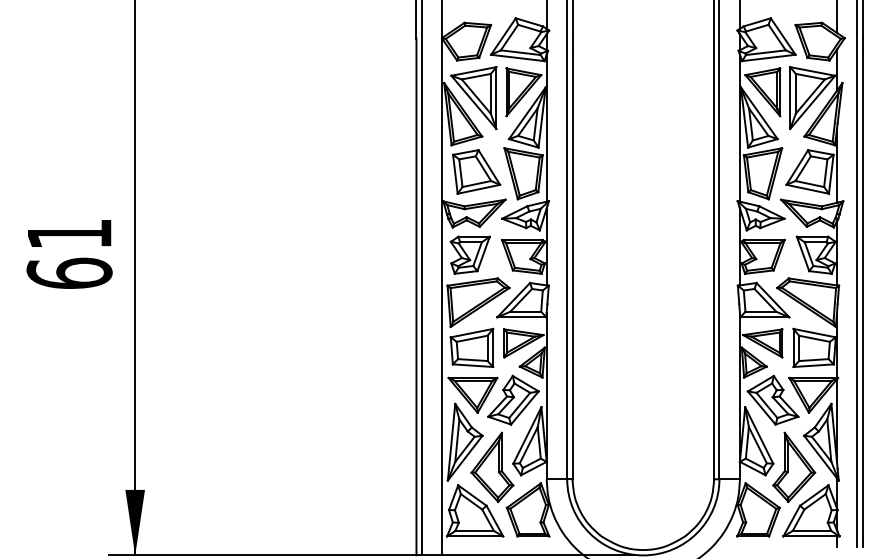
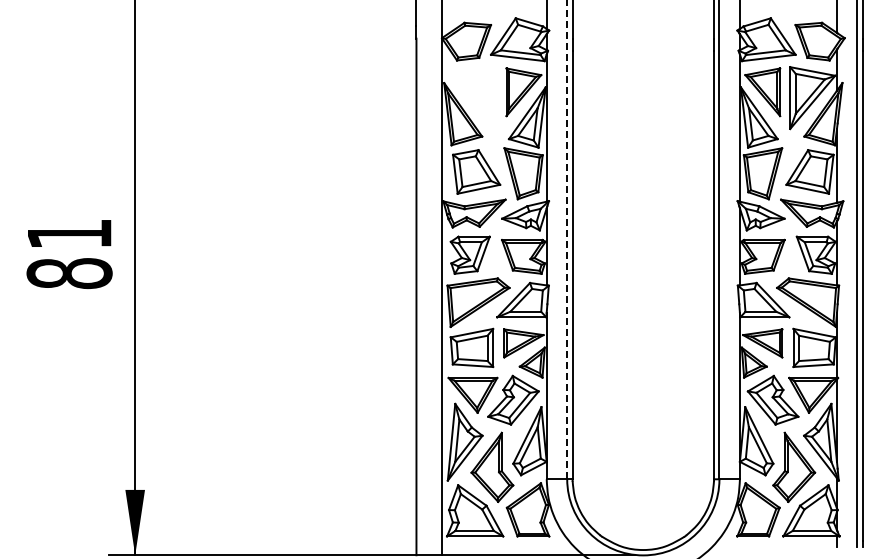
part at (473, 98): present -> none
line at (567, 239): solid -> dashed
text at (69, 273): 61 -> 81
line at (421, 278): present -> none
